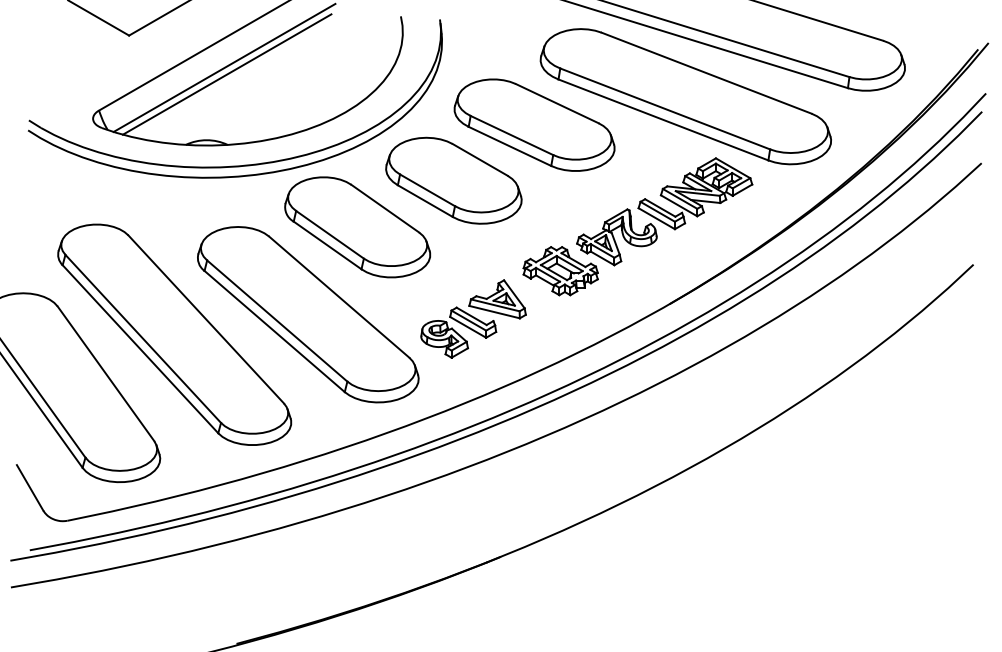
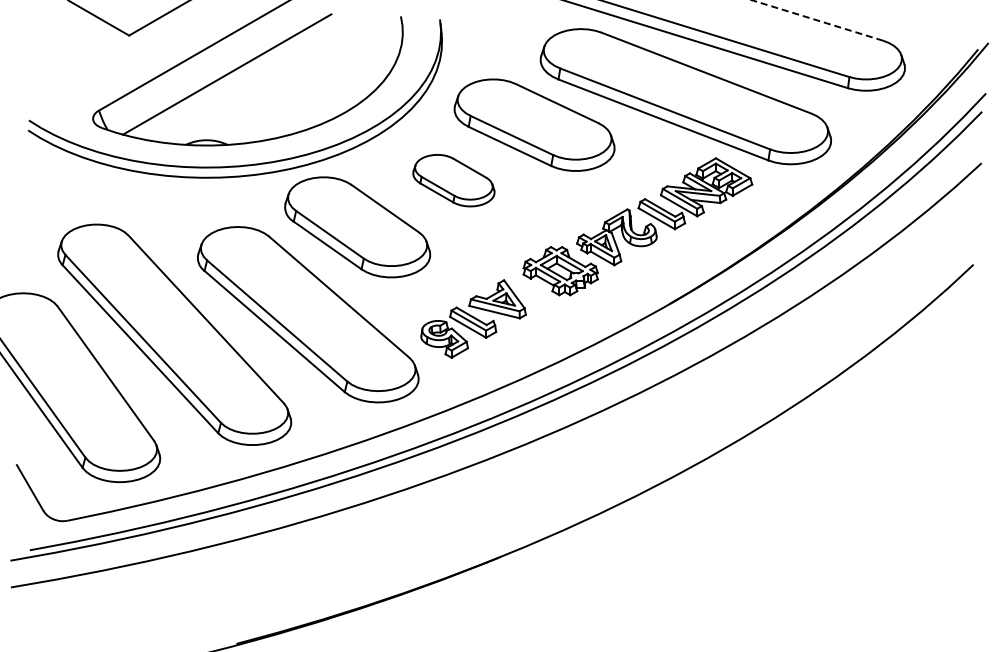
line at (817, 20): solid -> dashed
line at (224, 67): present -> none
part at (453, 180) size: 138x89 px -> 84x54 px
